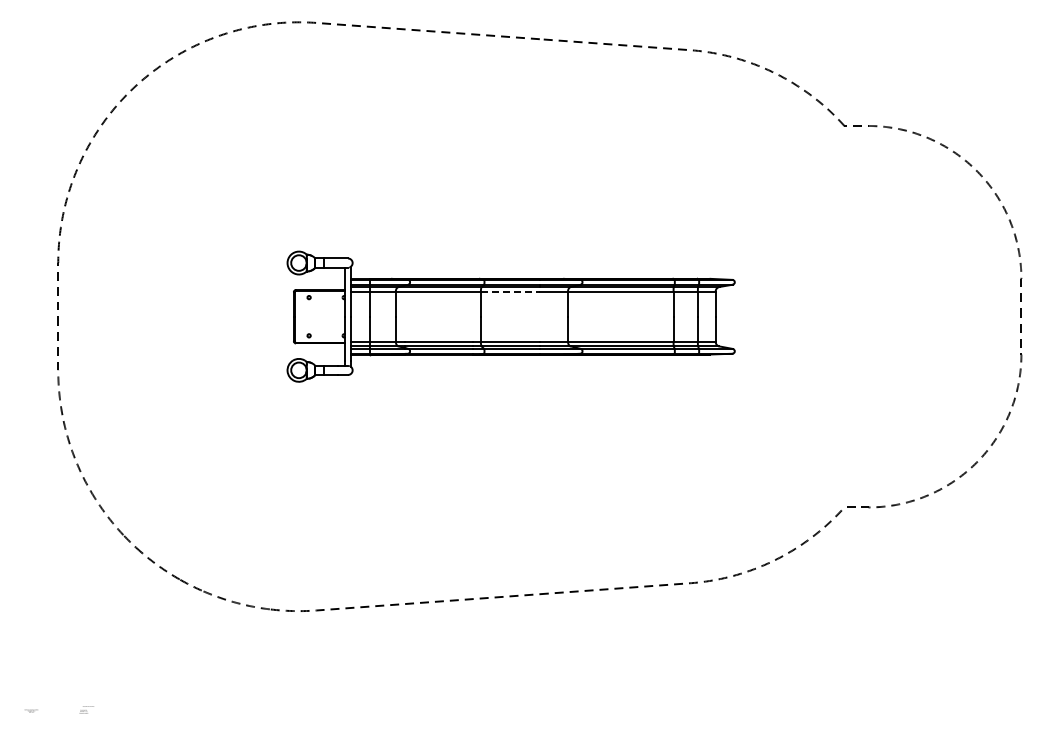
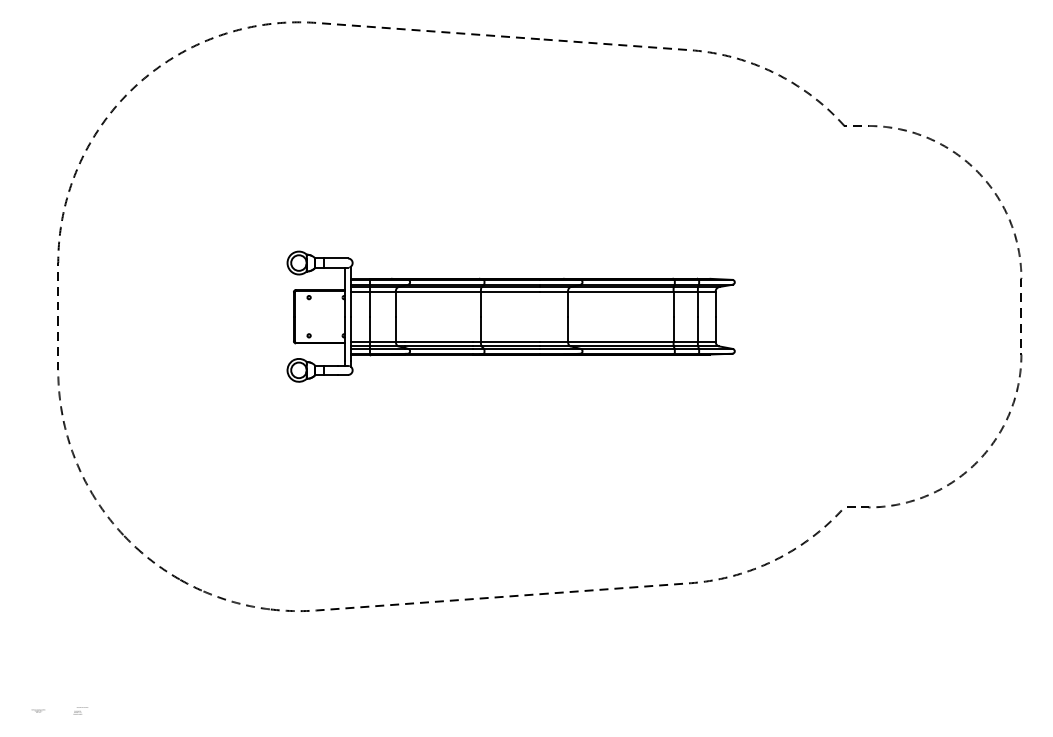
line at (510, 291): dashed -> solid
text at (86, 709) position: (86, 709) -> (80, 710)
text at (31, 710) position: (31, 710) -> (38, 710)
